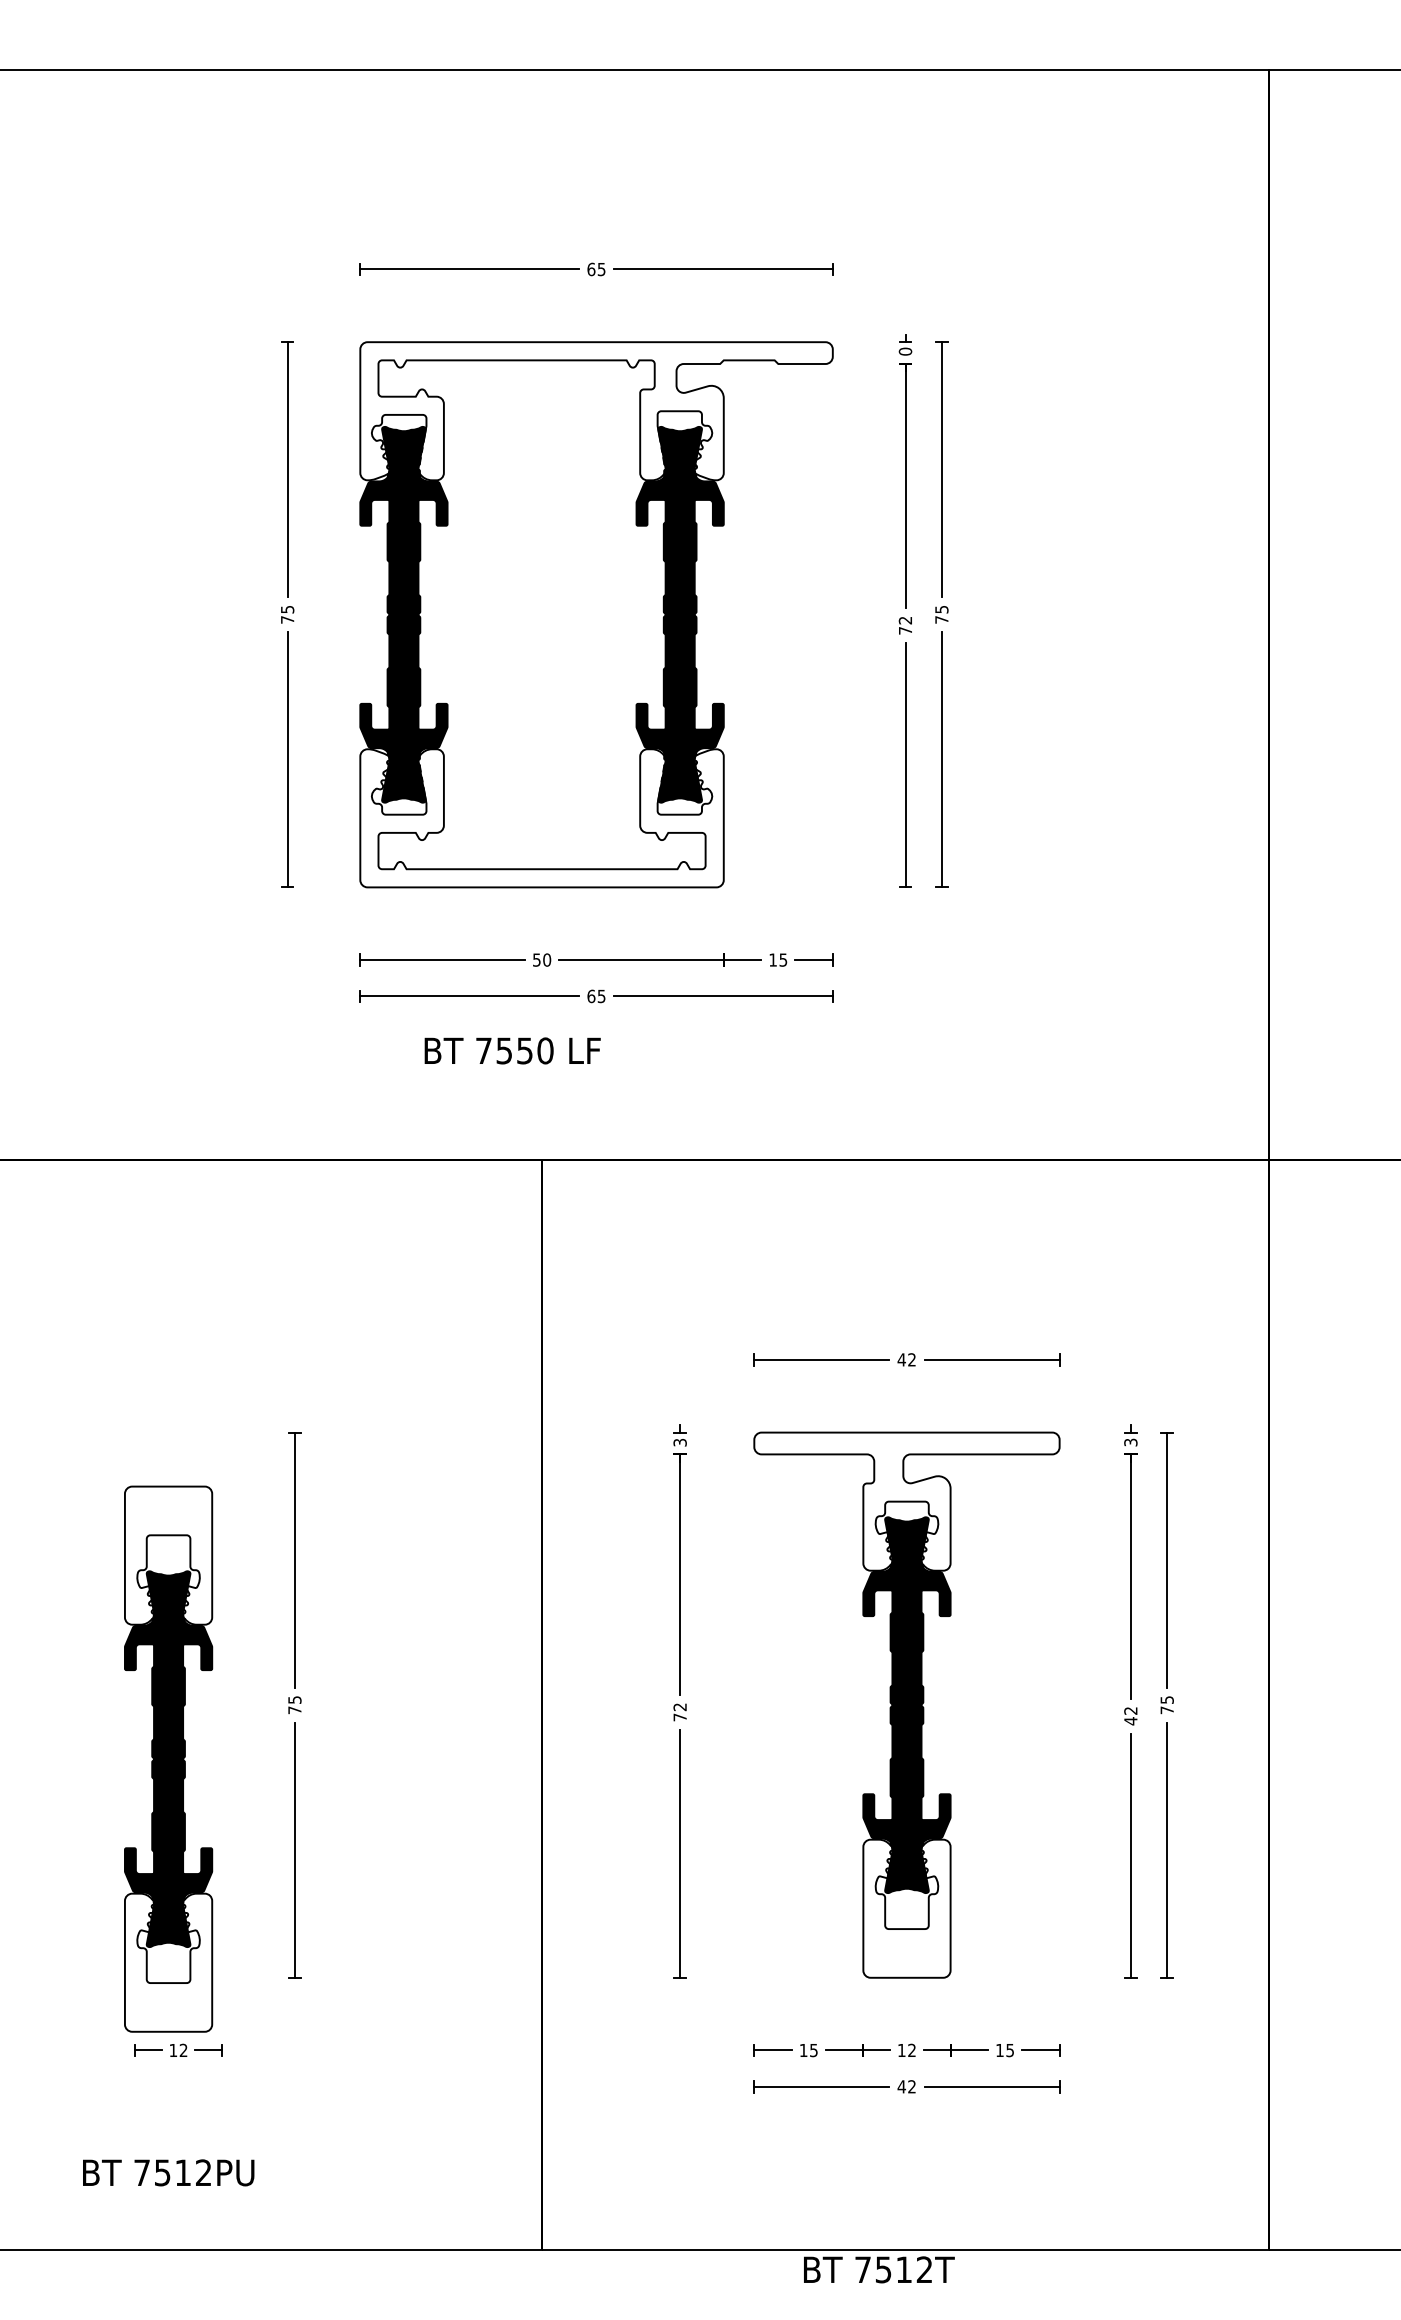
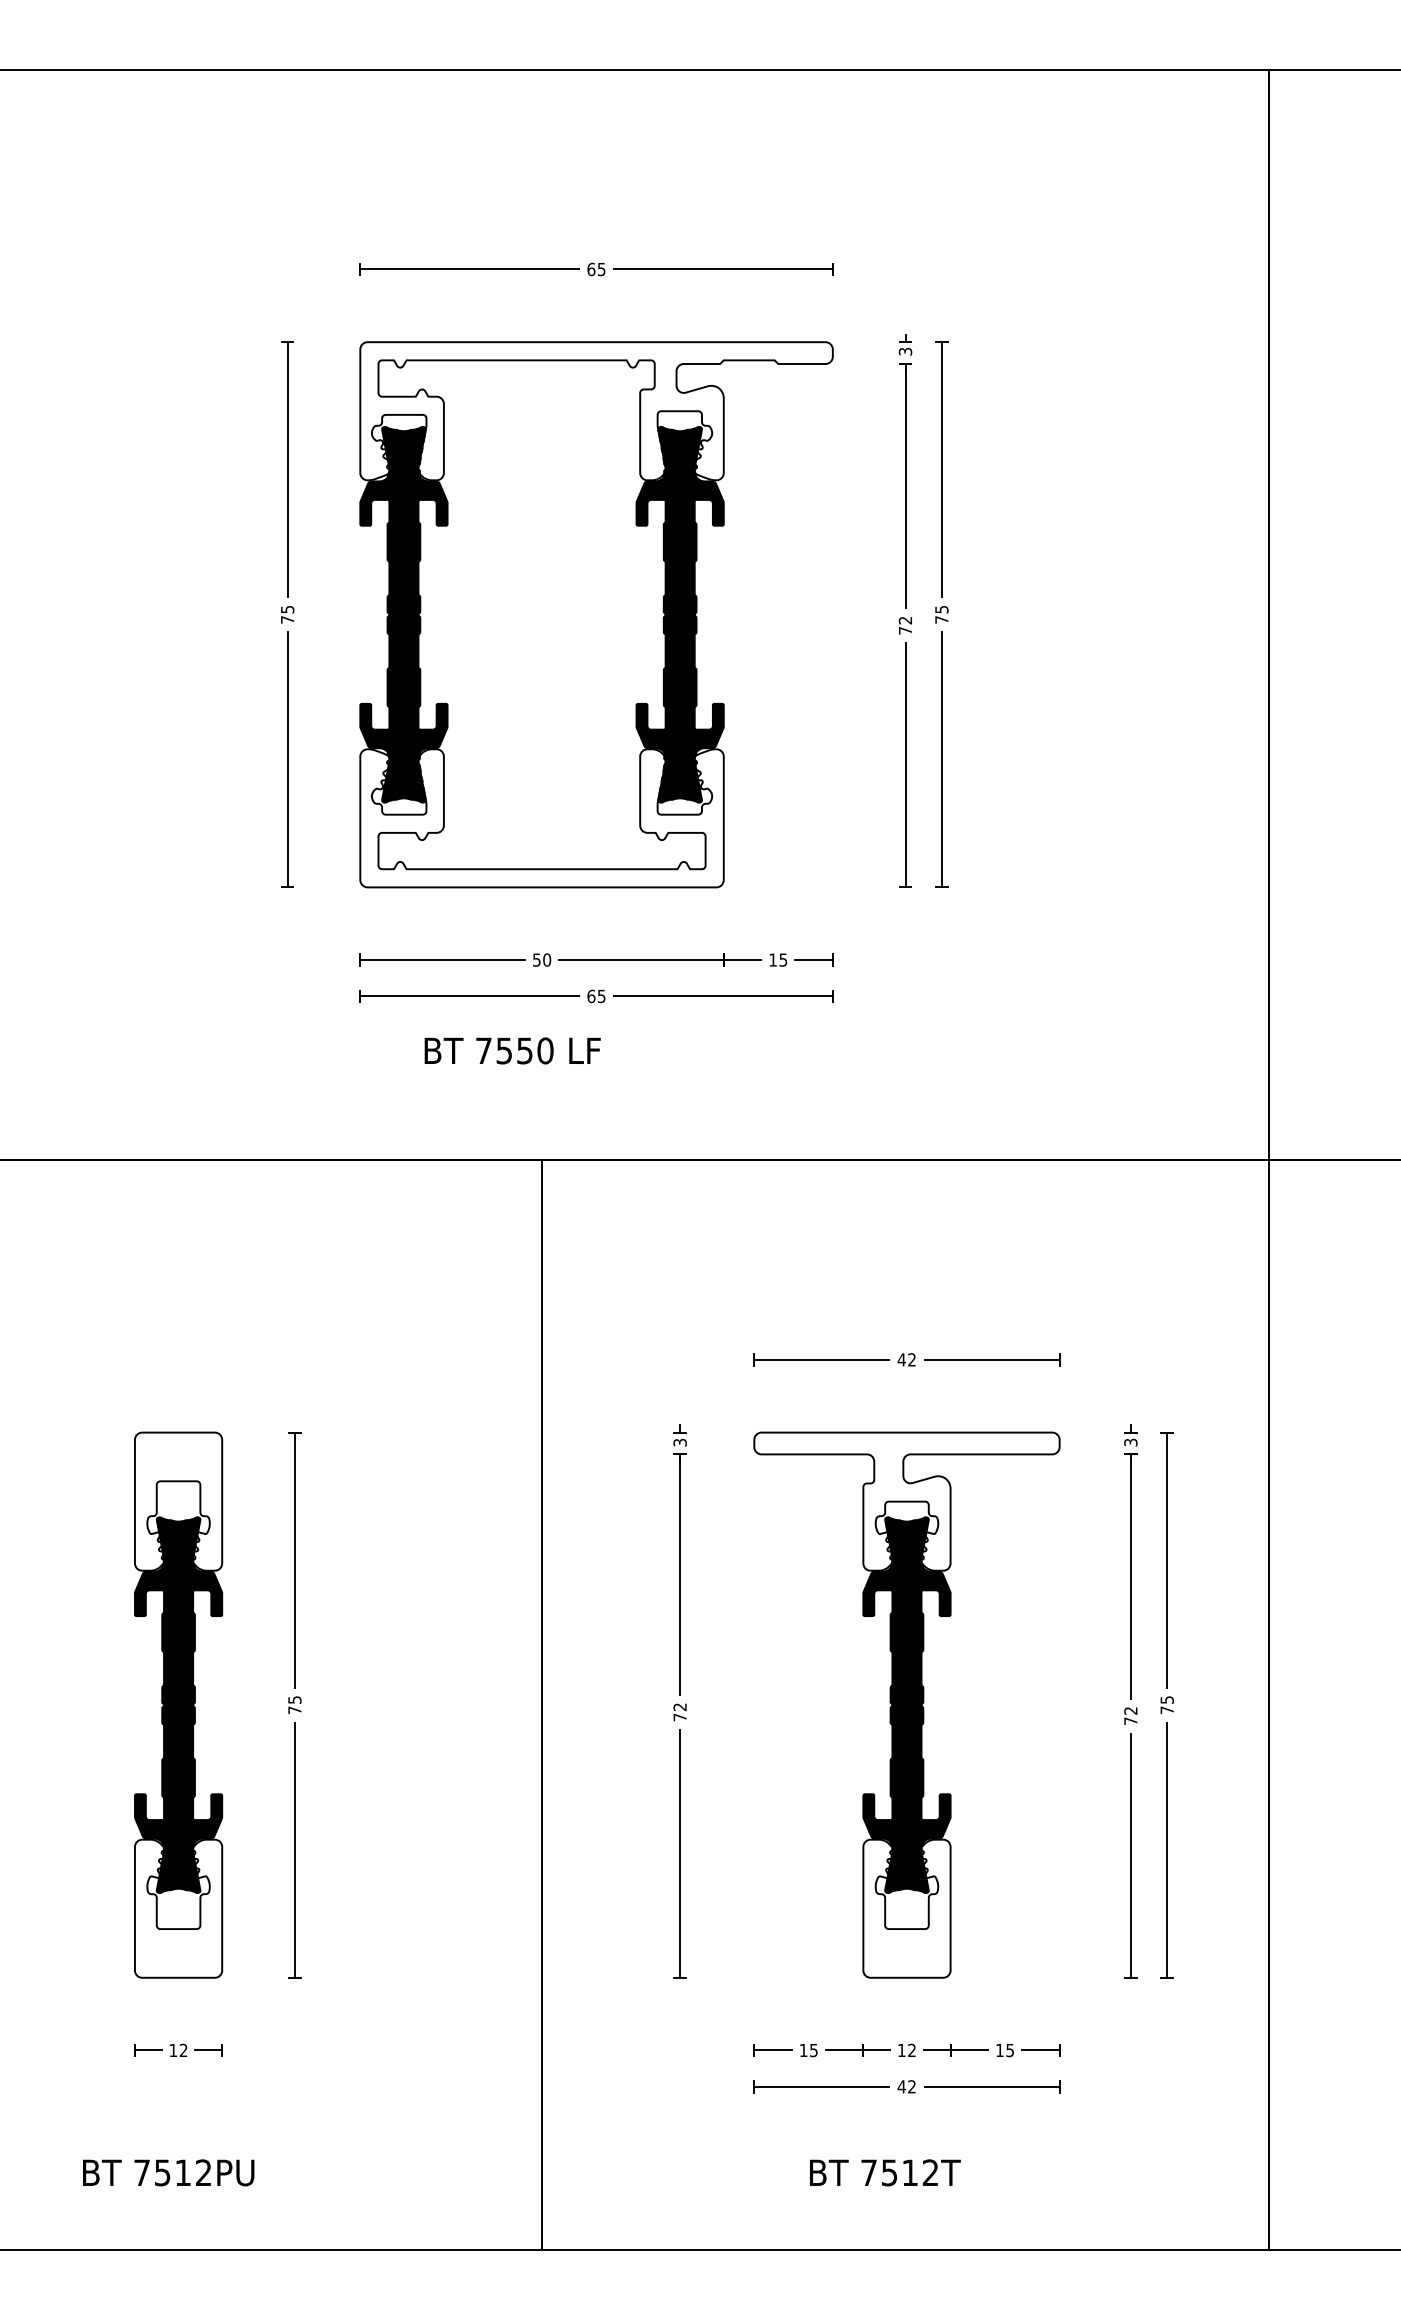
text at (905, 351): 0 -> 3
text at (1130, 1721): 42 -> 72
part at (168, 1758) position: (168, 1758) -> (178, 1704)
text at (879, 2269) position: (879, 2269) -> (885, 2172)
